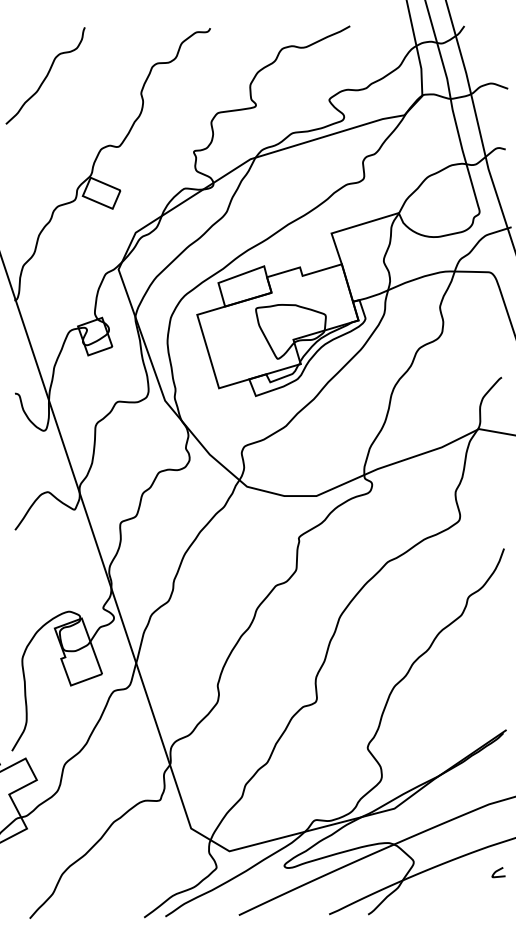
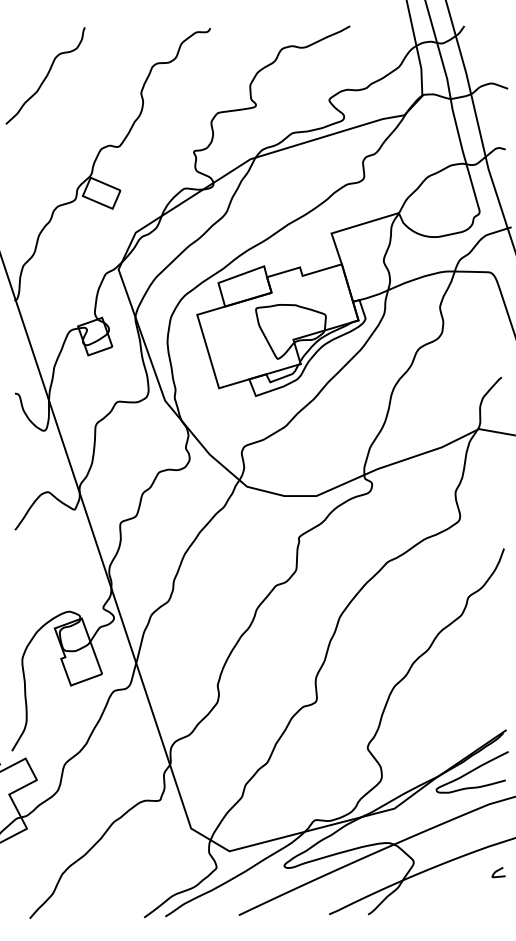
curve at (471, 772): none -> present
